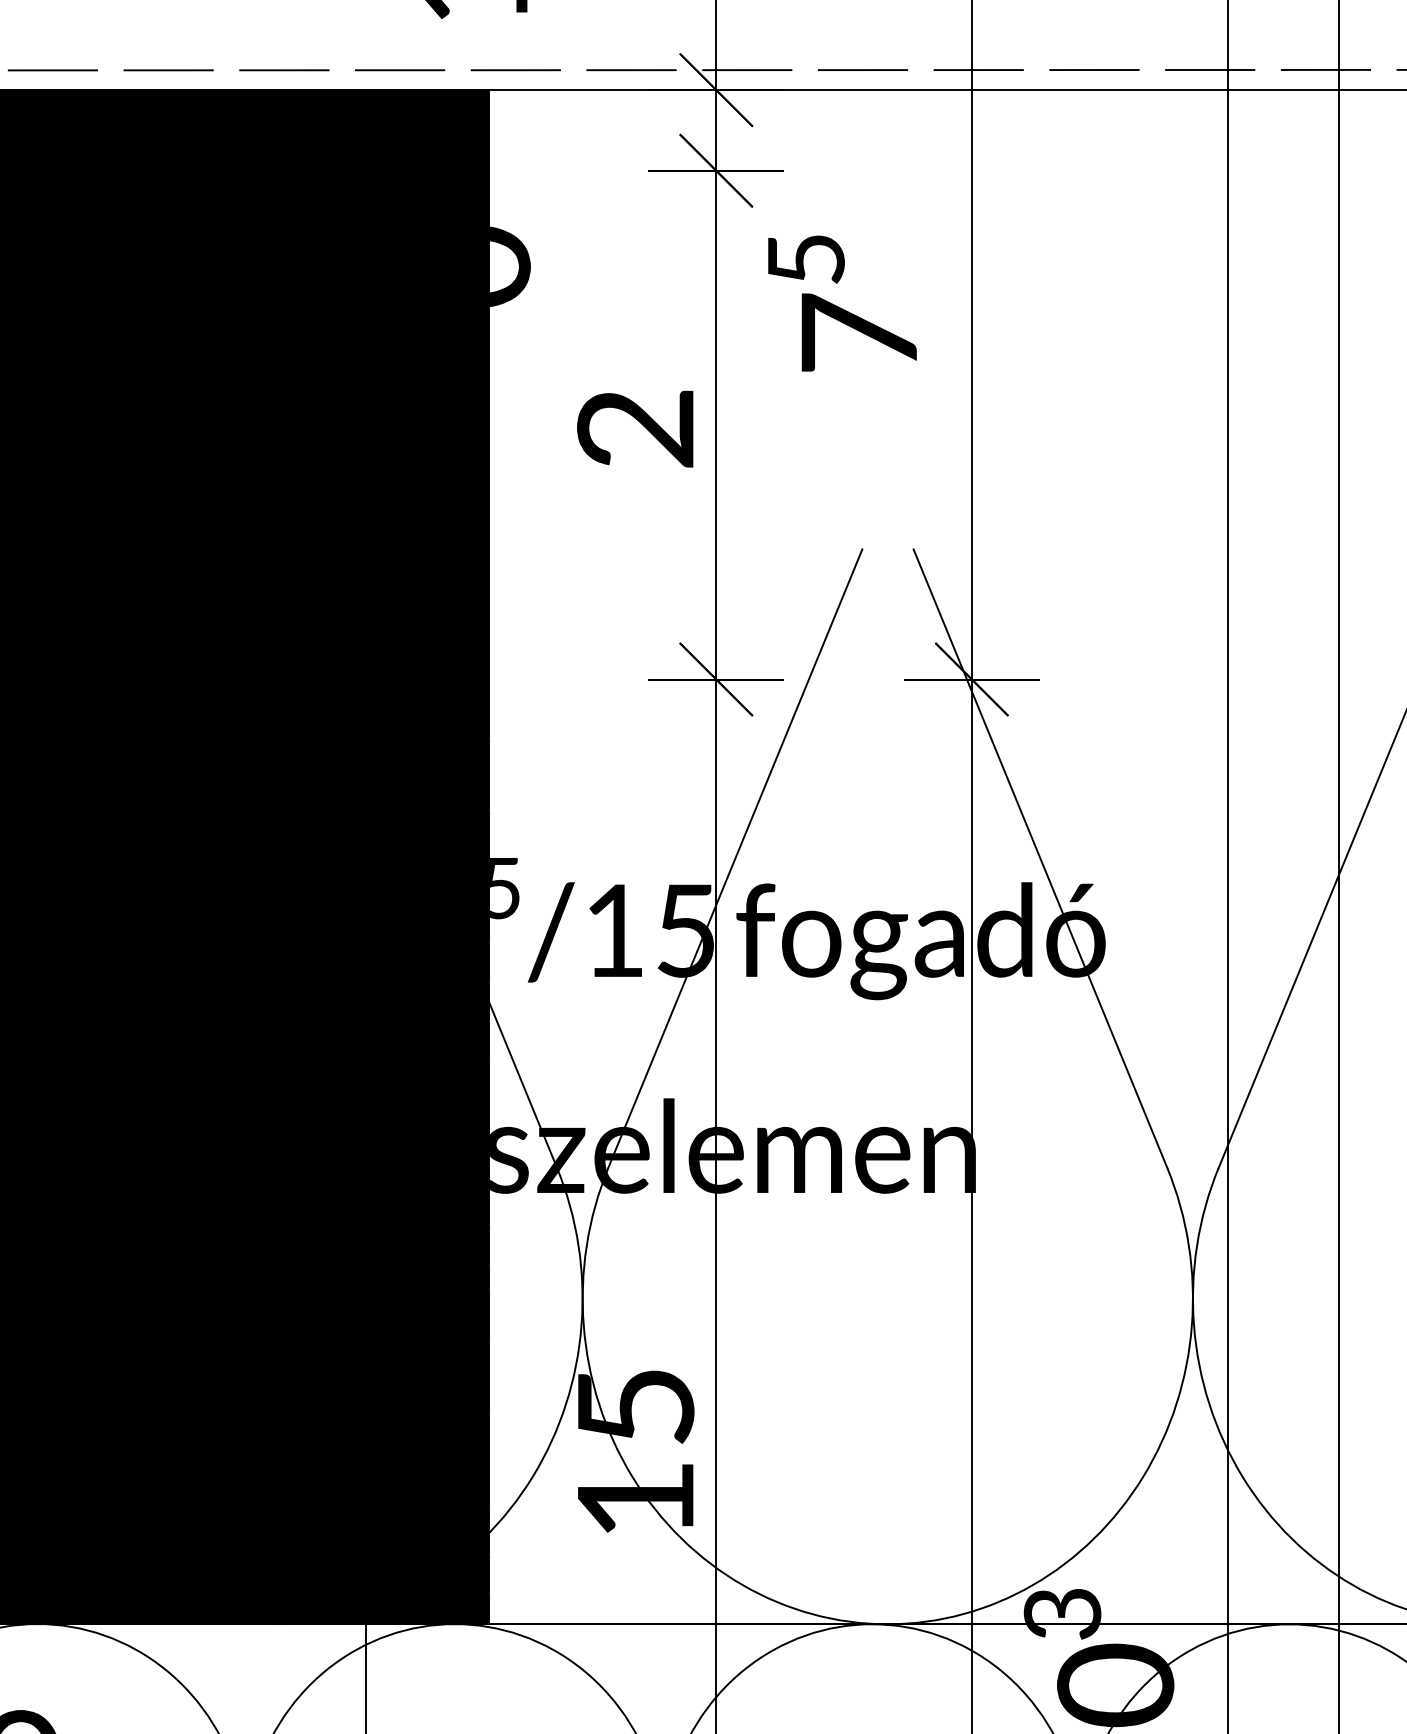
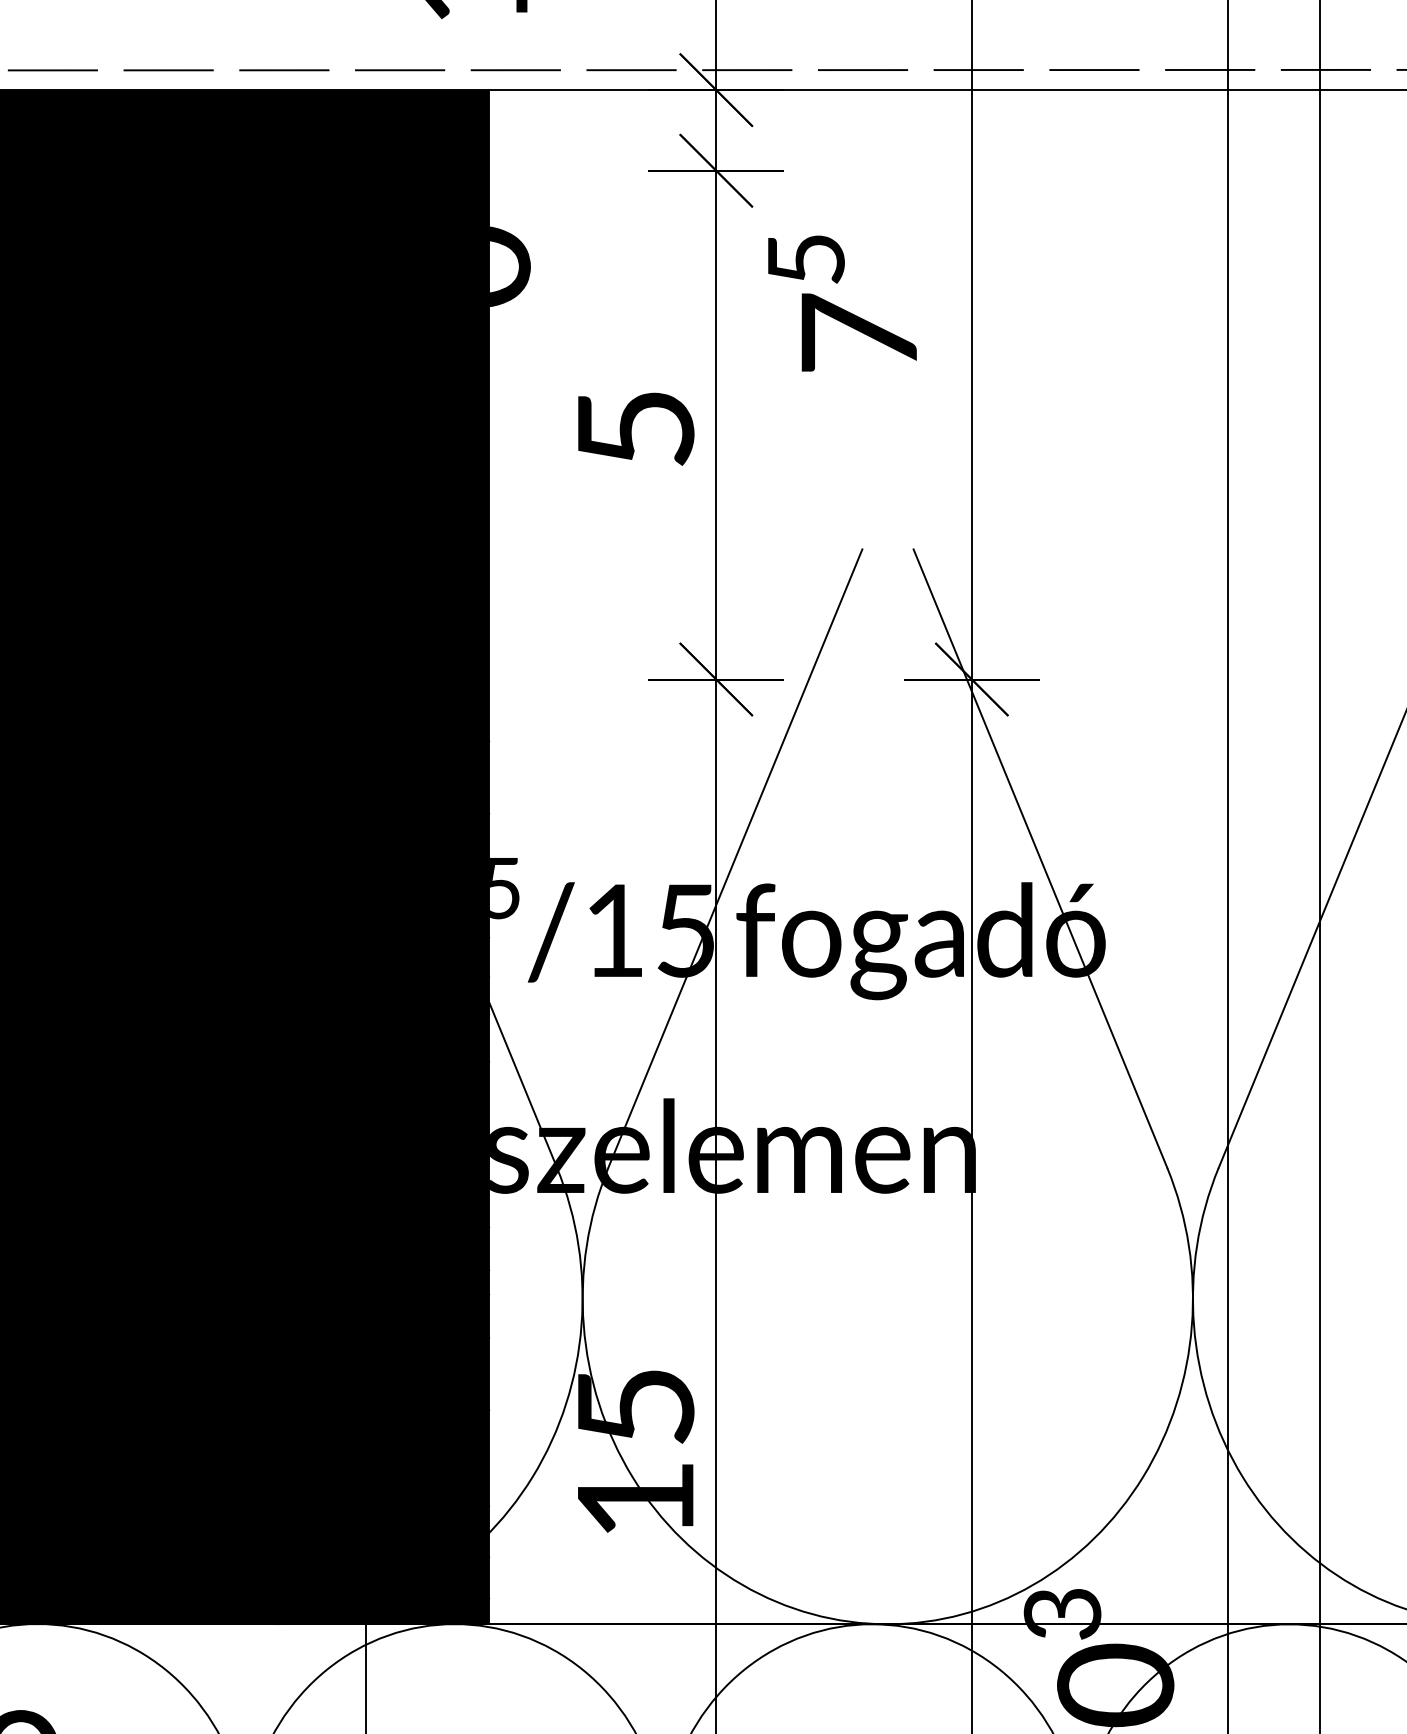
text at (635, 428): 2 -> 5
line at (1338, 866) position: (1338, 866) -> (1319, 866)
